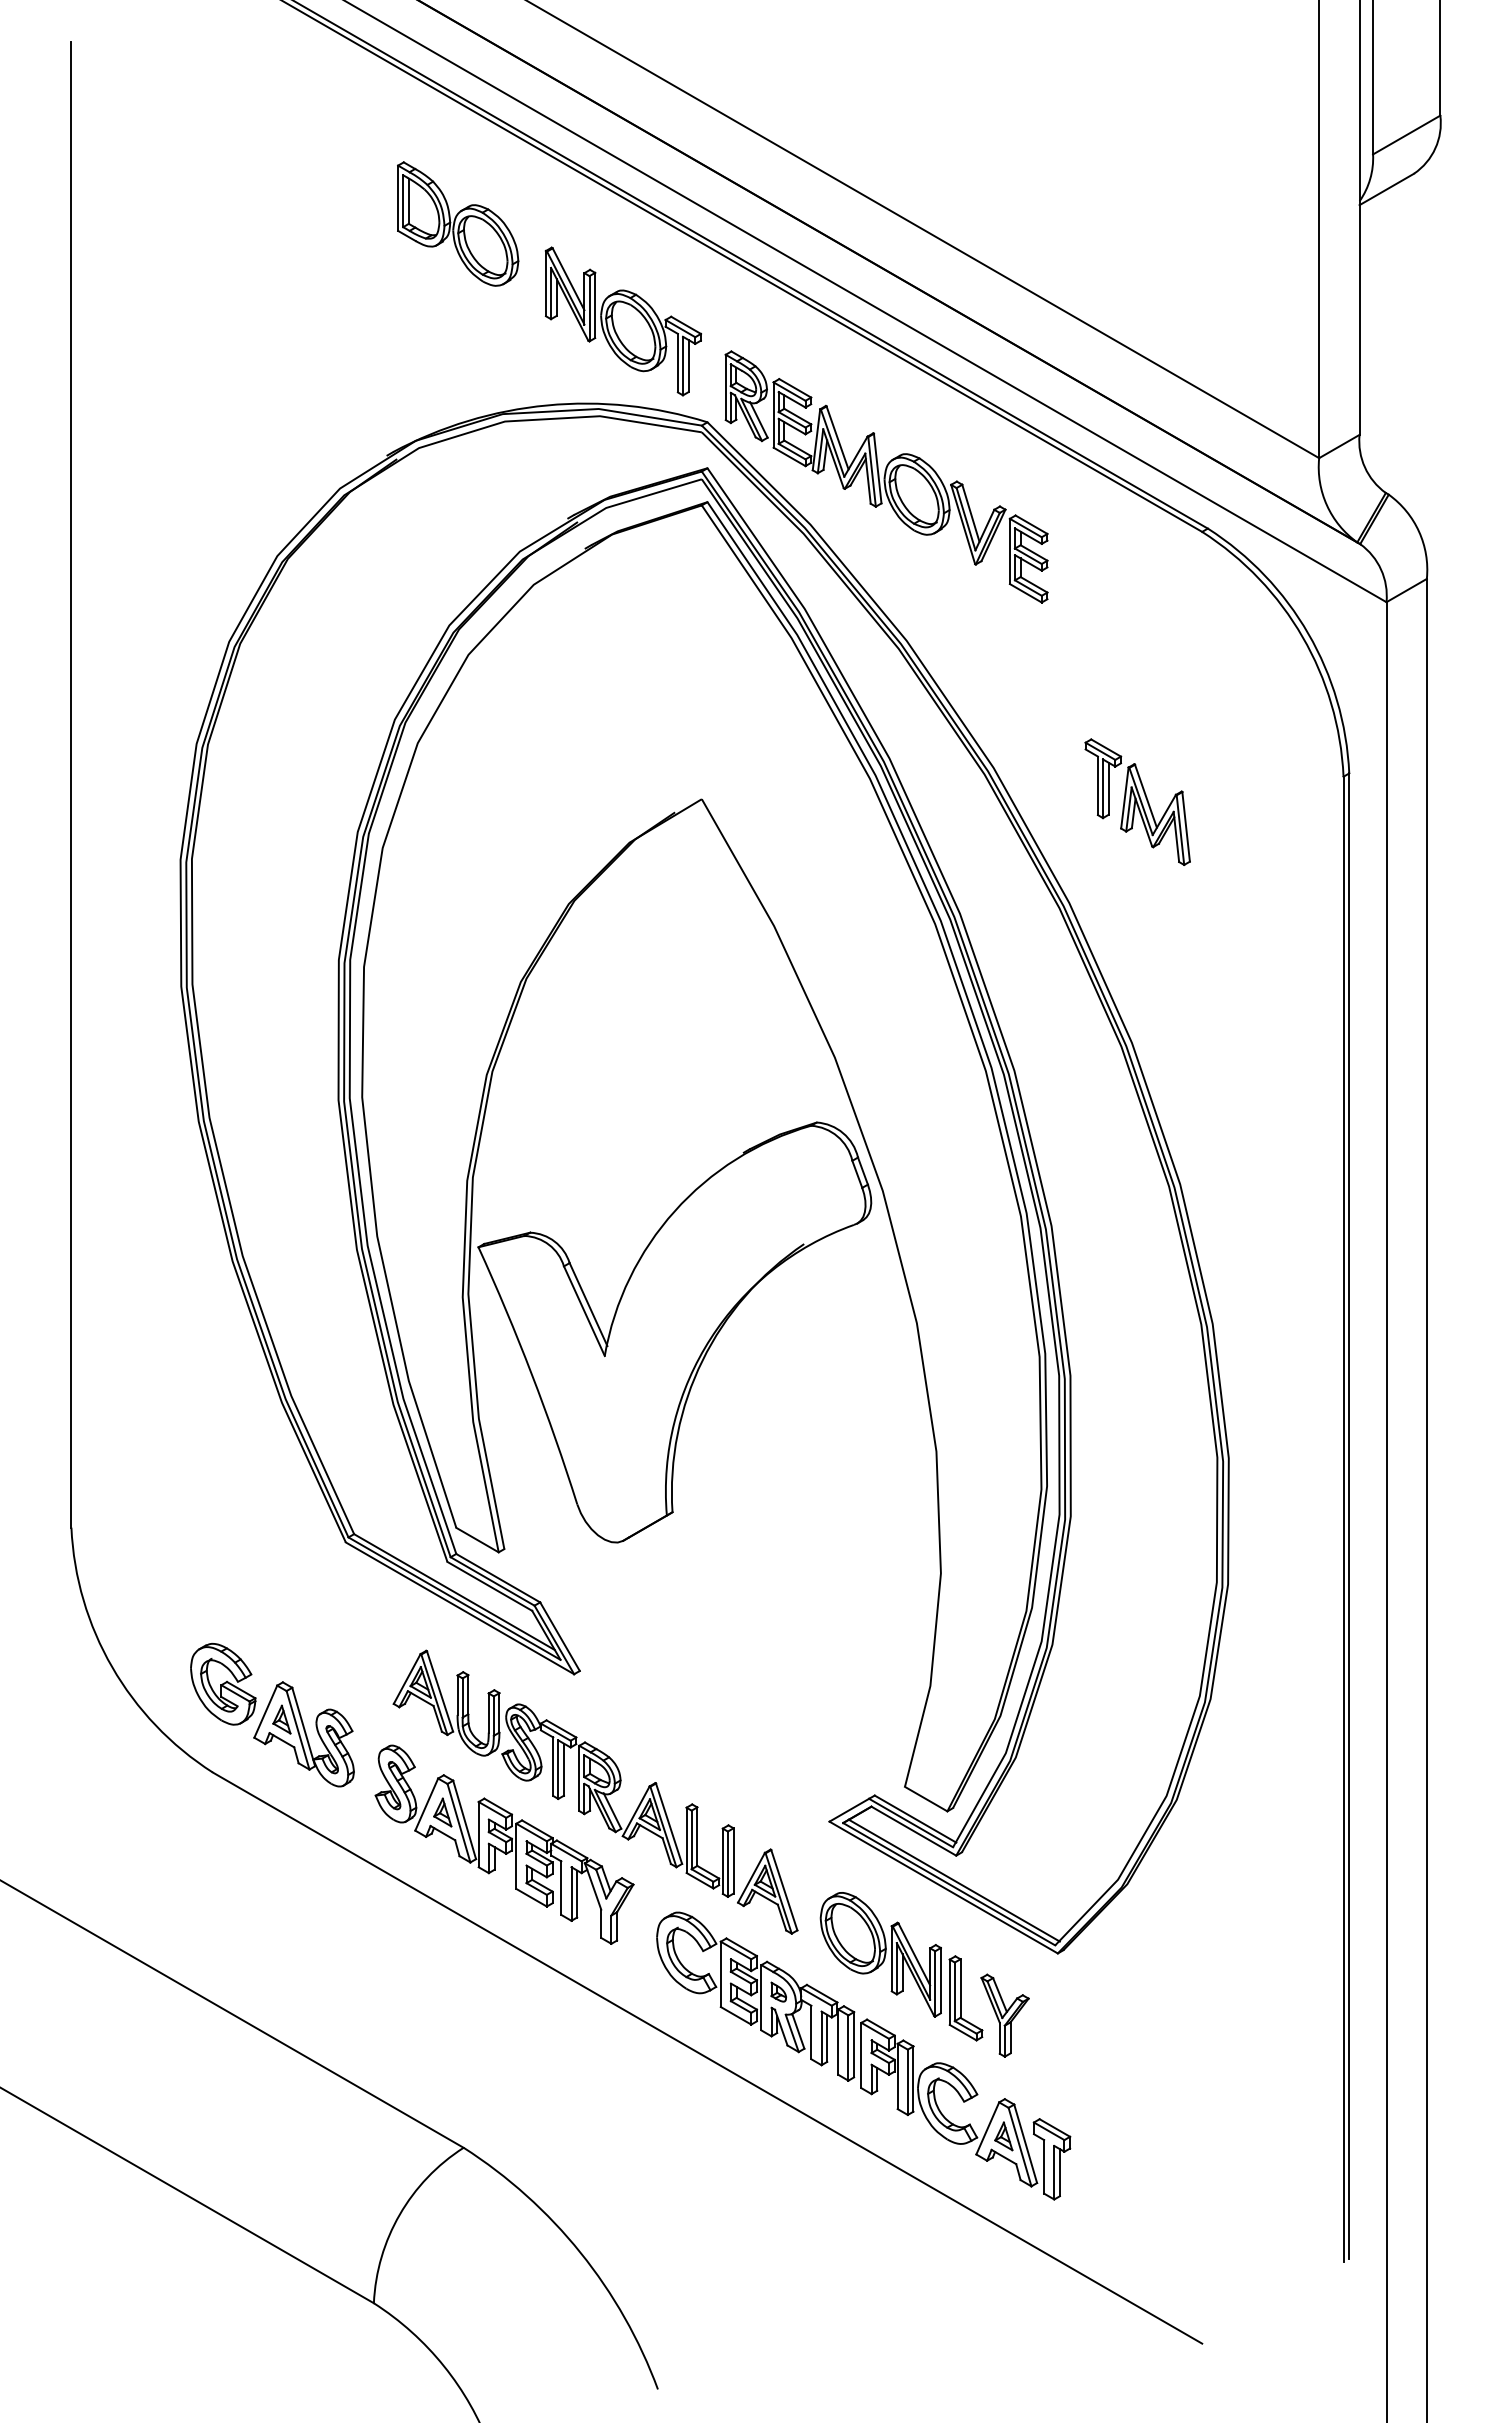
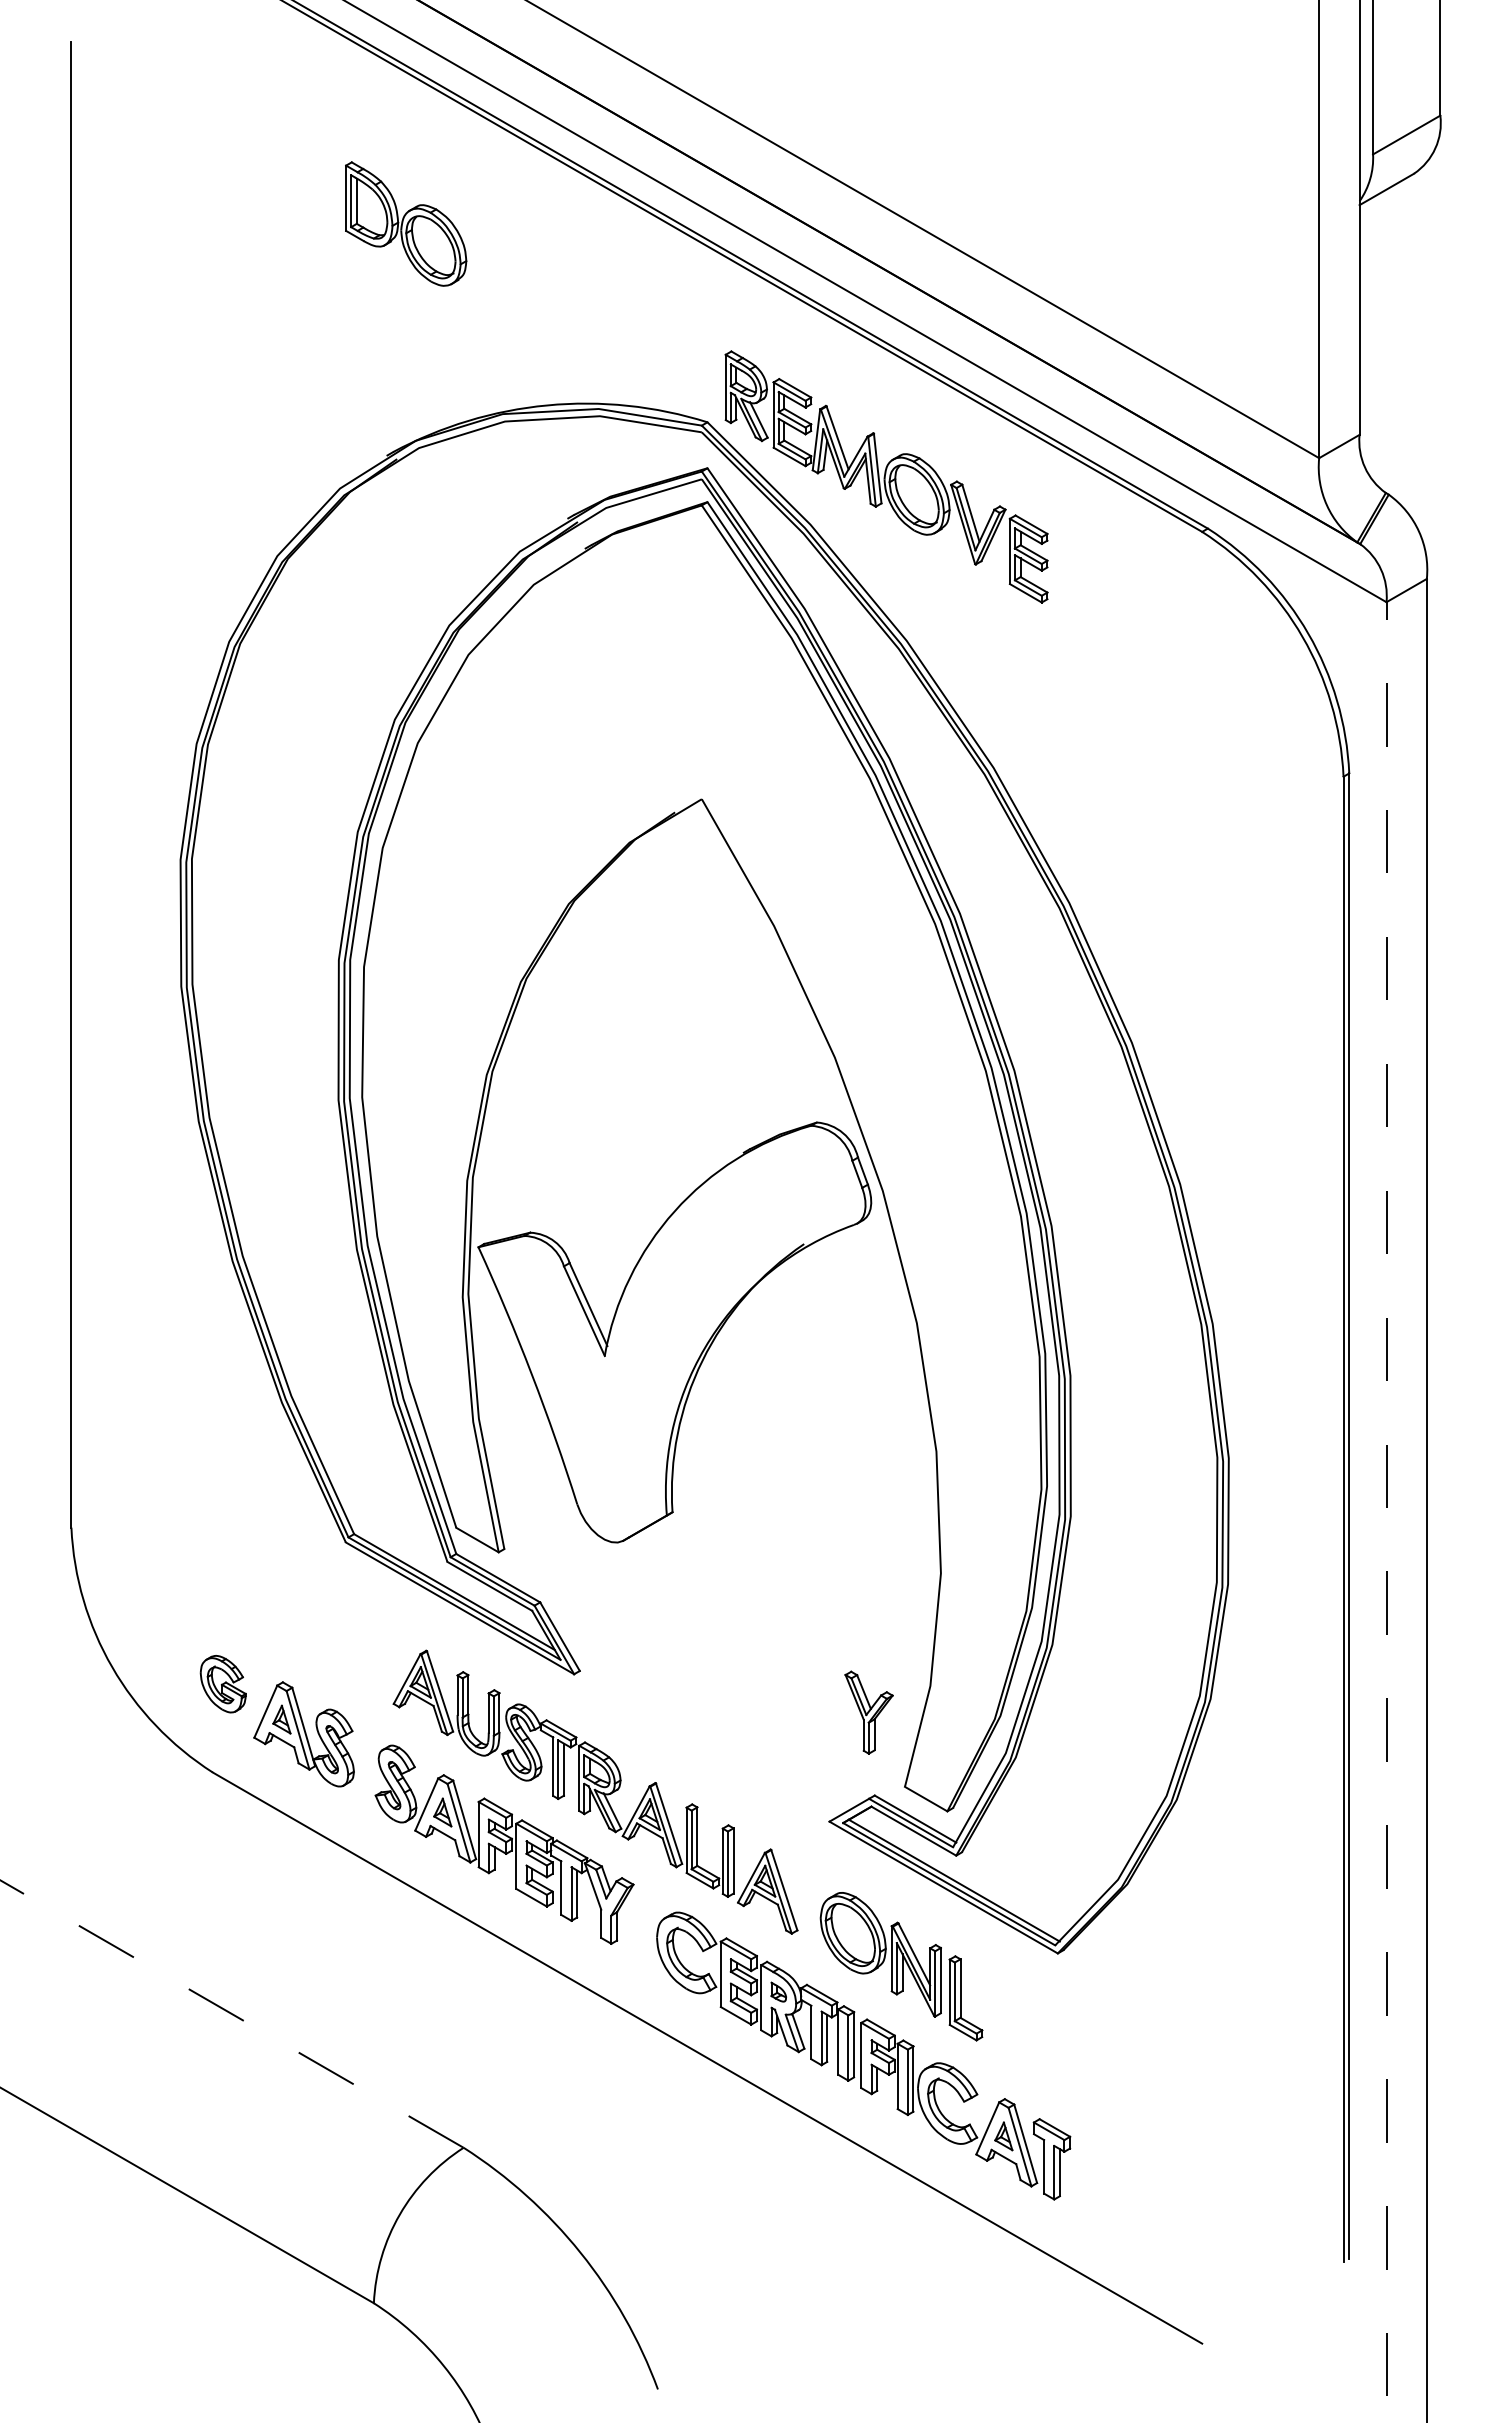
part at (458, 223) position: (458, 223) -> (406, 223)
part at (622, 321): present -> none
part at (1137, 801): present -> none
line at (1386, 1512): solid -> dashed
part at (223, 1683) size: 67x84 px -> 48x59 px
line at (231, 2013): solid -> dashed
part at (1004, 2015) position: (1004, 2015) -> (868, 1712)
